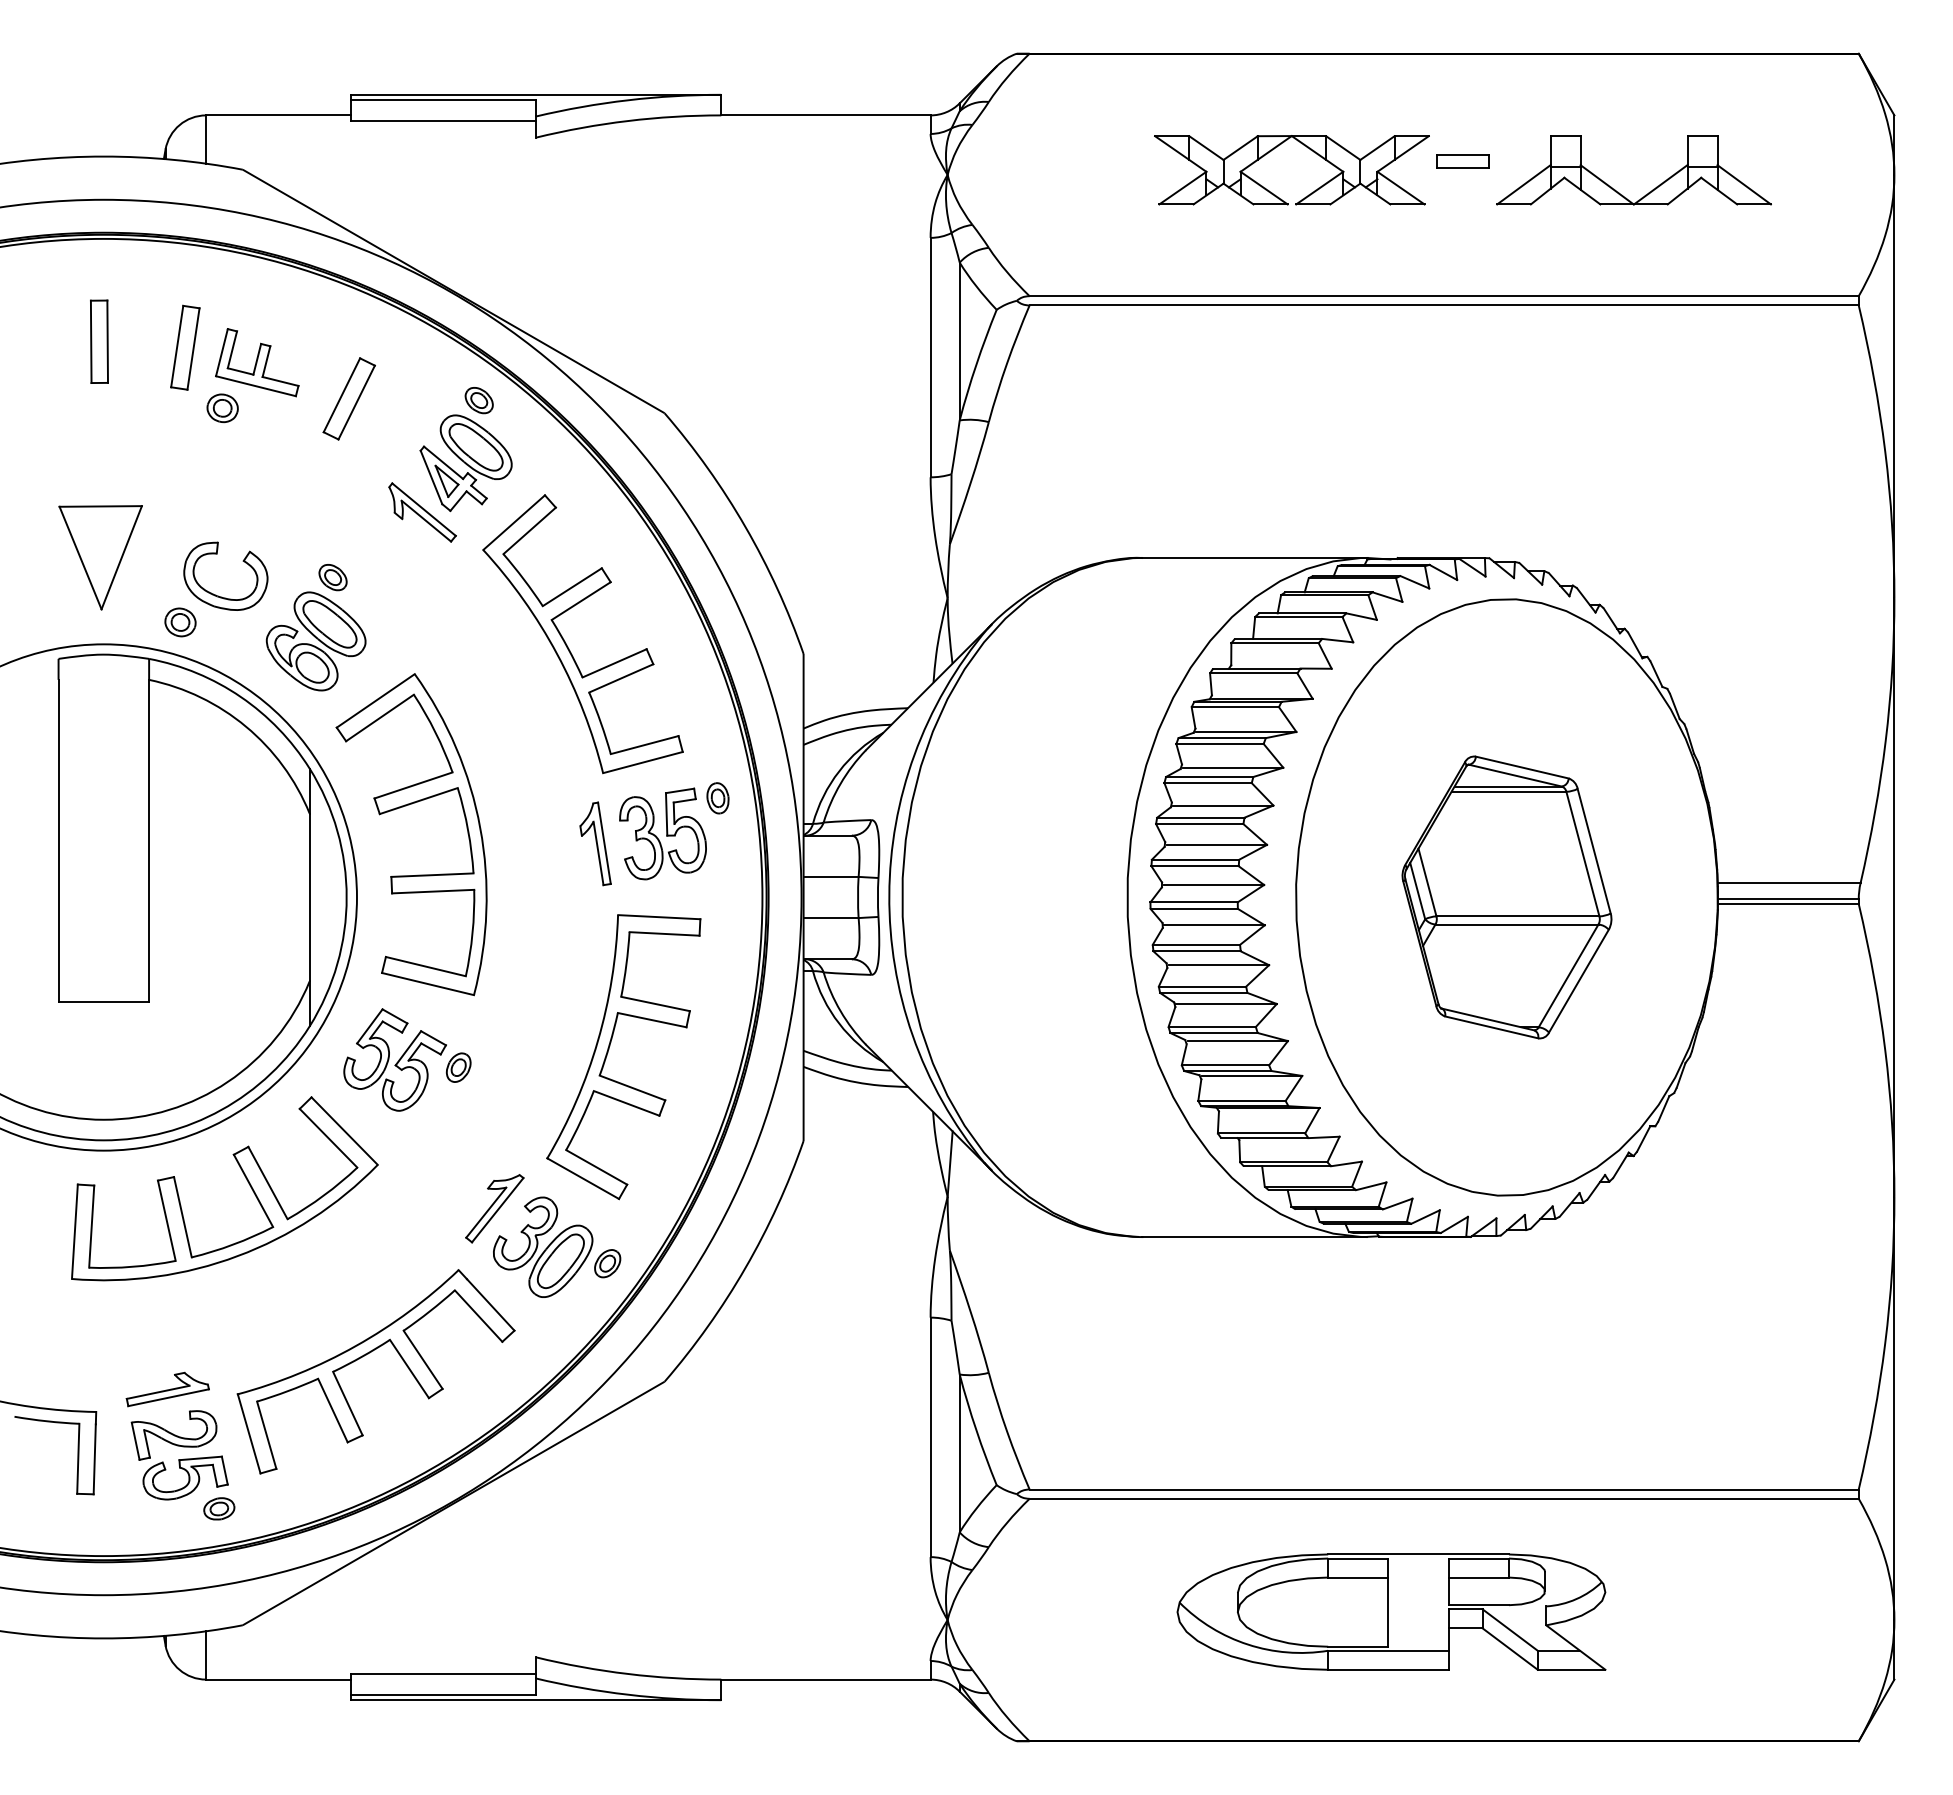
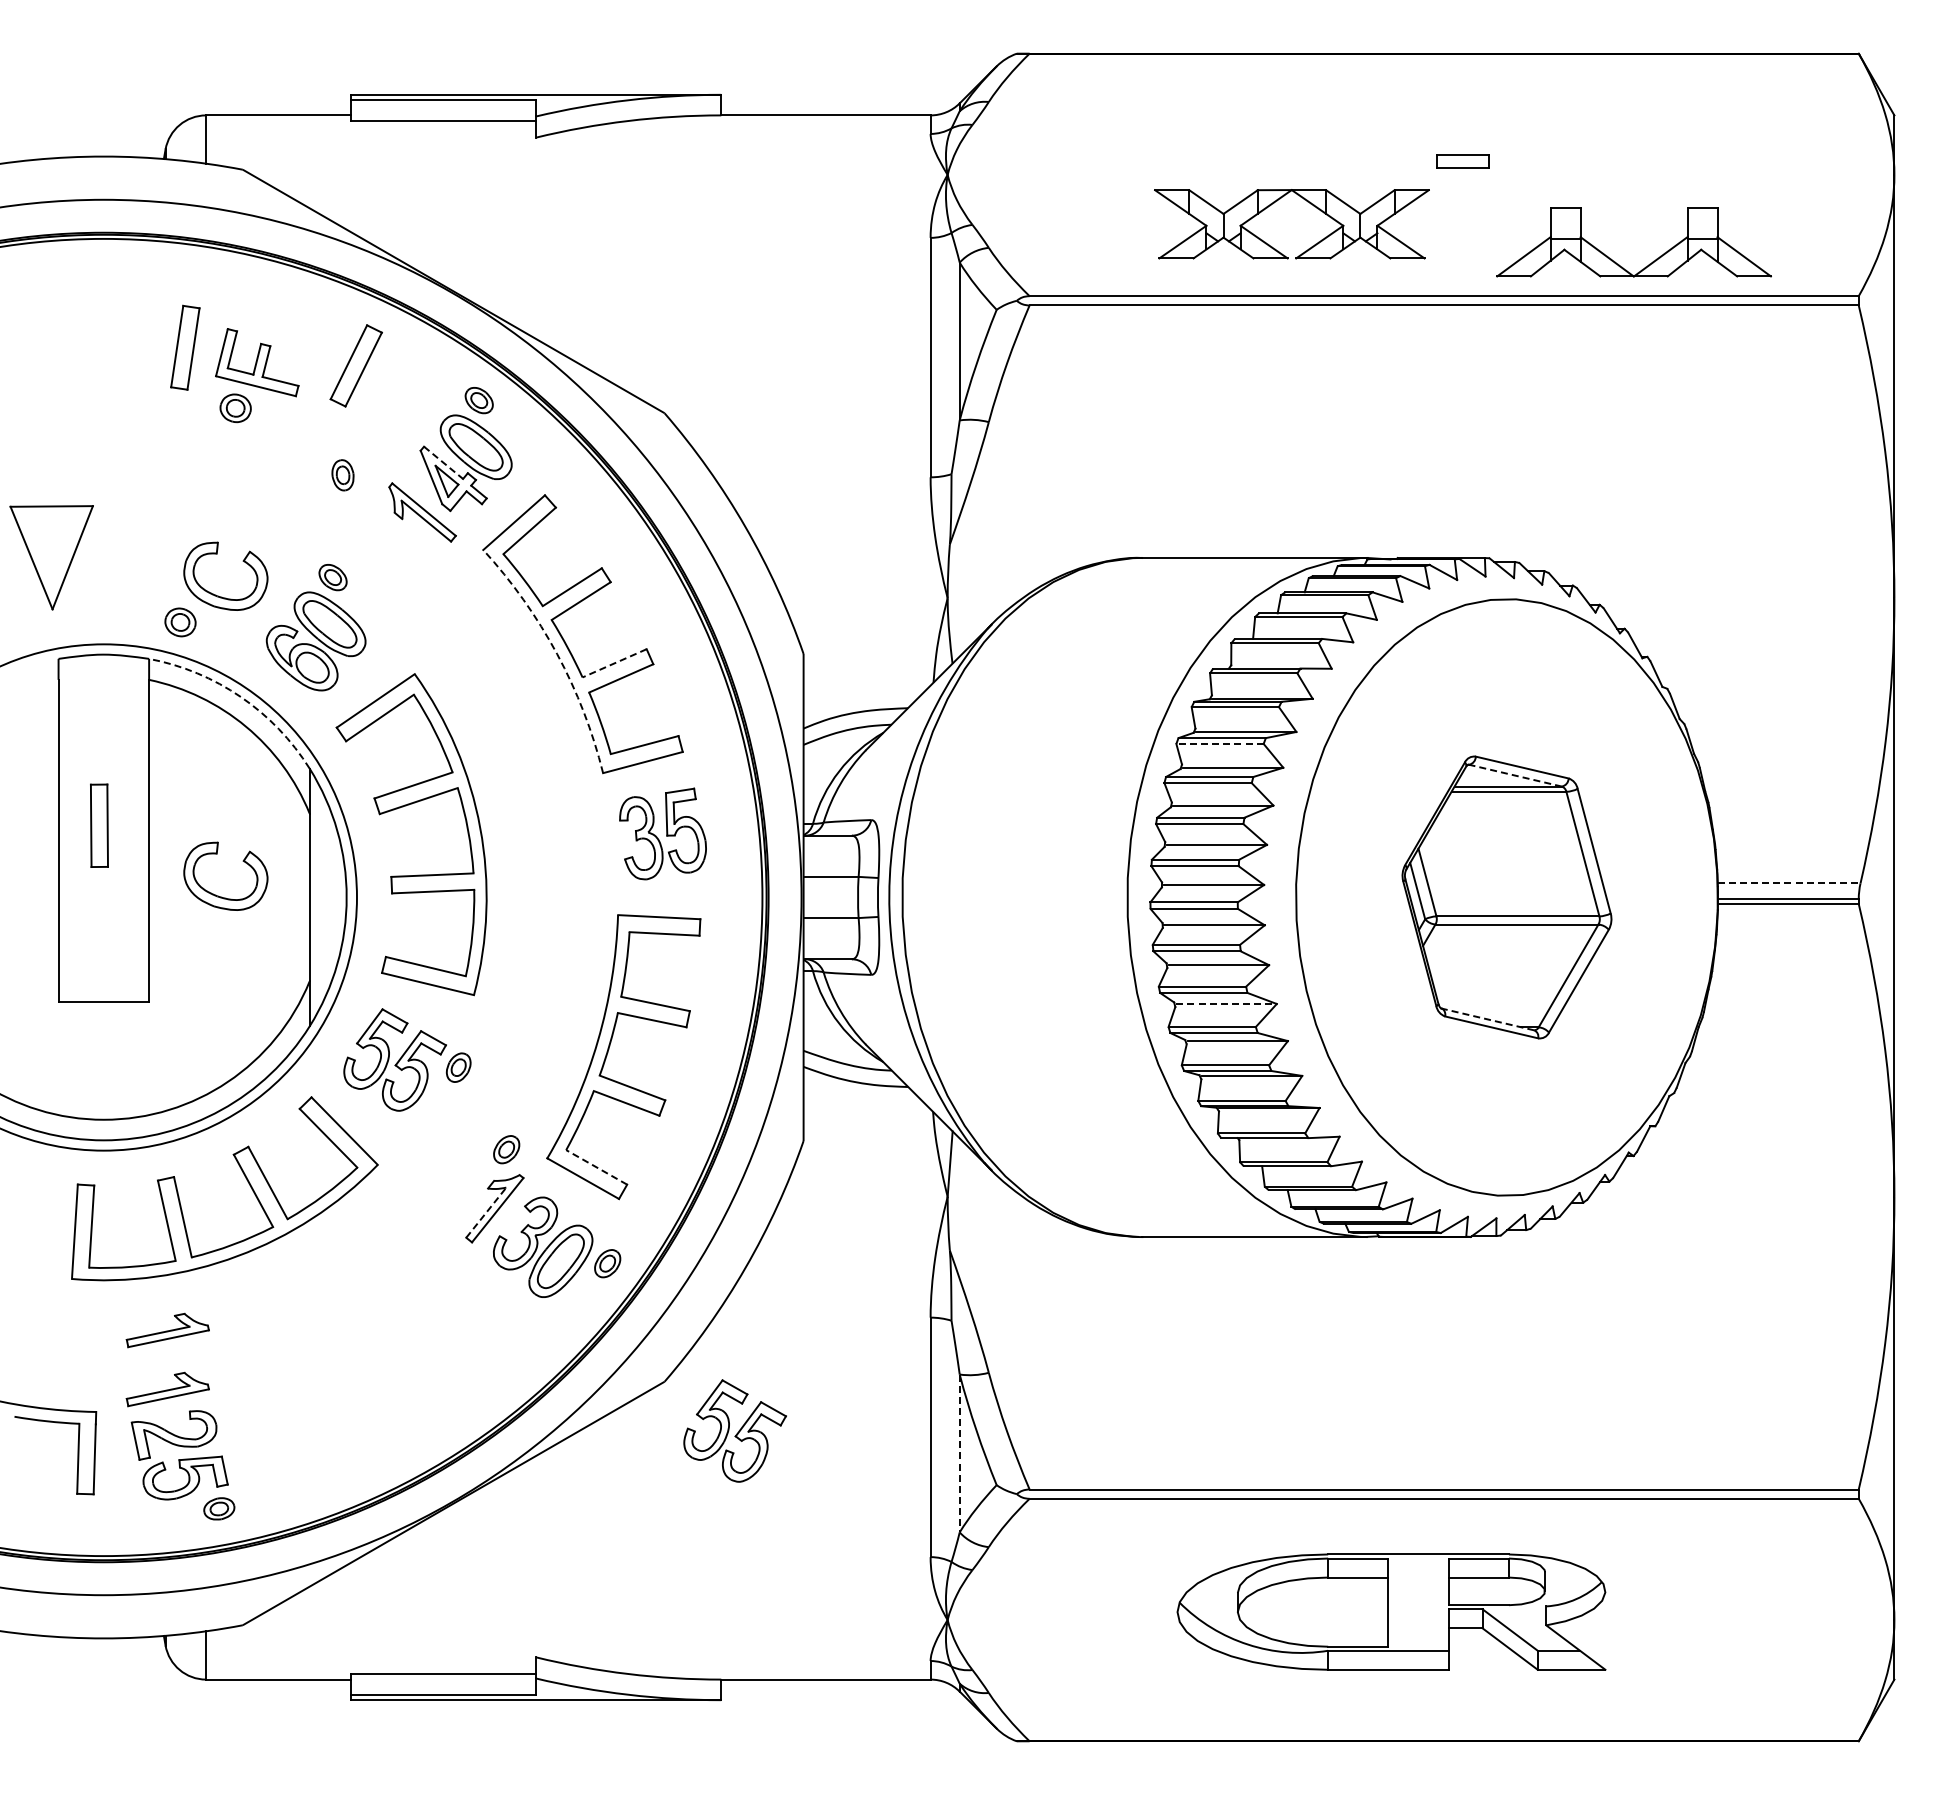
part at (1277, 147) position: (1277, 147) -> (1277, 201)
part at (1619, 192) position: (1619, 192) -> (1619, 264)
part at (99, 341) position: (99, 341) -> (99, 825)
part at (348, 398) position: (348, 398) -> (355, 365)
part at (222, 408) position: (222, 408) -> (235, 408)
line at (443, 463): solid -> dashed
part at (100, 557) position: (100, 557) -> (51, 557)
arc at (557, 654): solid -> dashed
line at (614, 663): solid -> dashed
arc at (240, 696): solid -> dashed
line at (1220, 743): solid -> dashed
line at (1515, 775): solid -> dashed
part at (717, 798) position: (717, 798) -> (342, 475)
part at (595, 843): present -> none
line at (1789, 883): solid -> dashed
part at (218, 895): none -> present
line at (1227, 1003): solid -> dashed
line at (1487, 1019): solid -> dashed
part at (506, 1149): none -> present
line at (596, 1167): solid -> dashed
line at (486, 1212): solid -> dashed
part at (167, 1330): none -> present
part at (366, 1355): present -> none
part at (734, 1430): none -> present
line at (959, 1453): solid -> dashed
